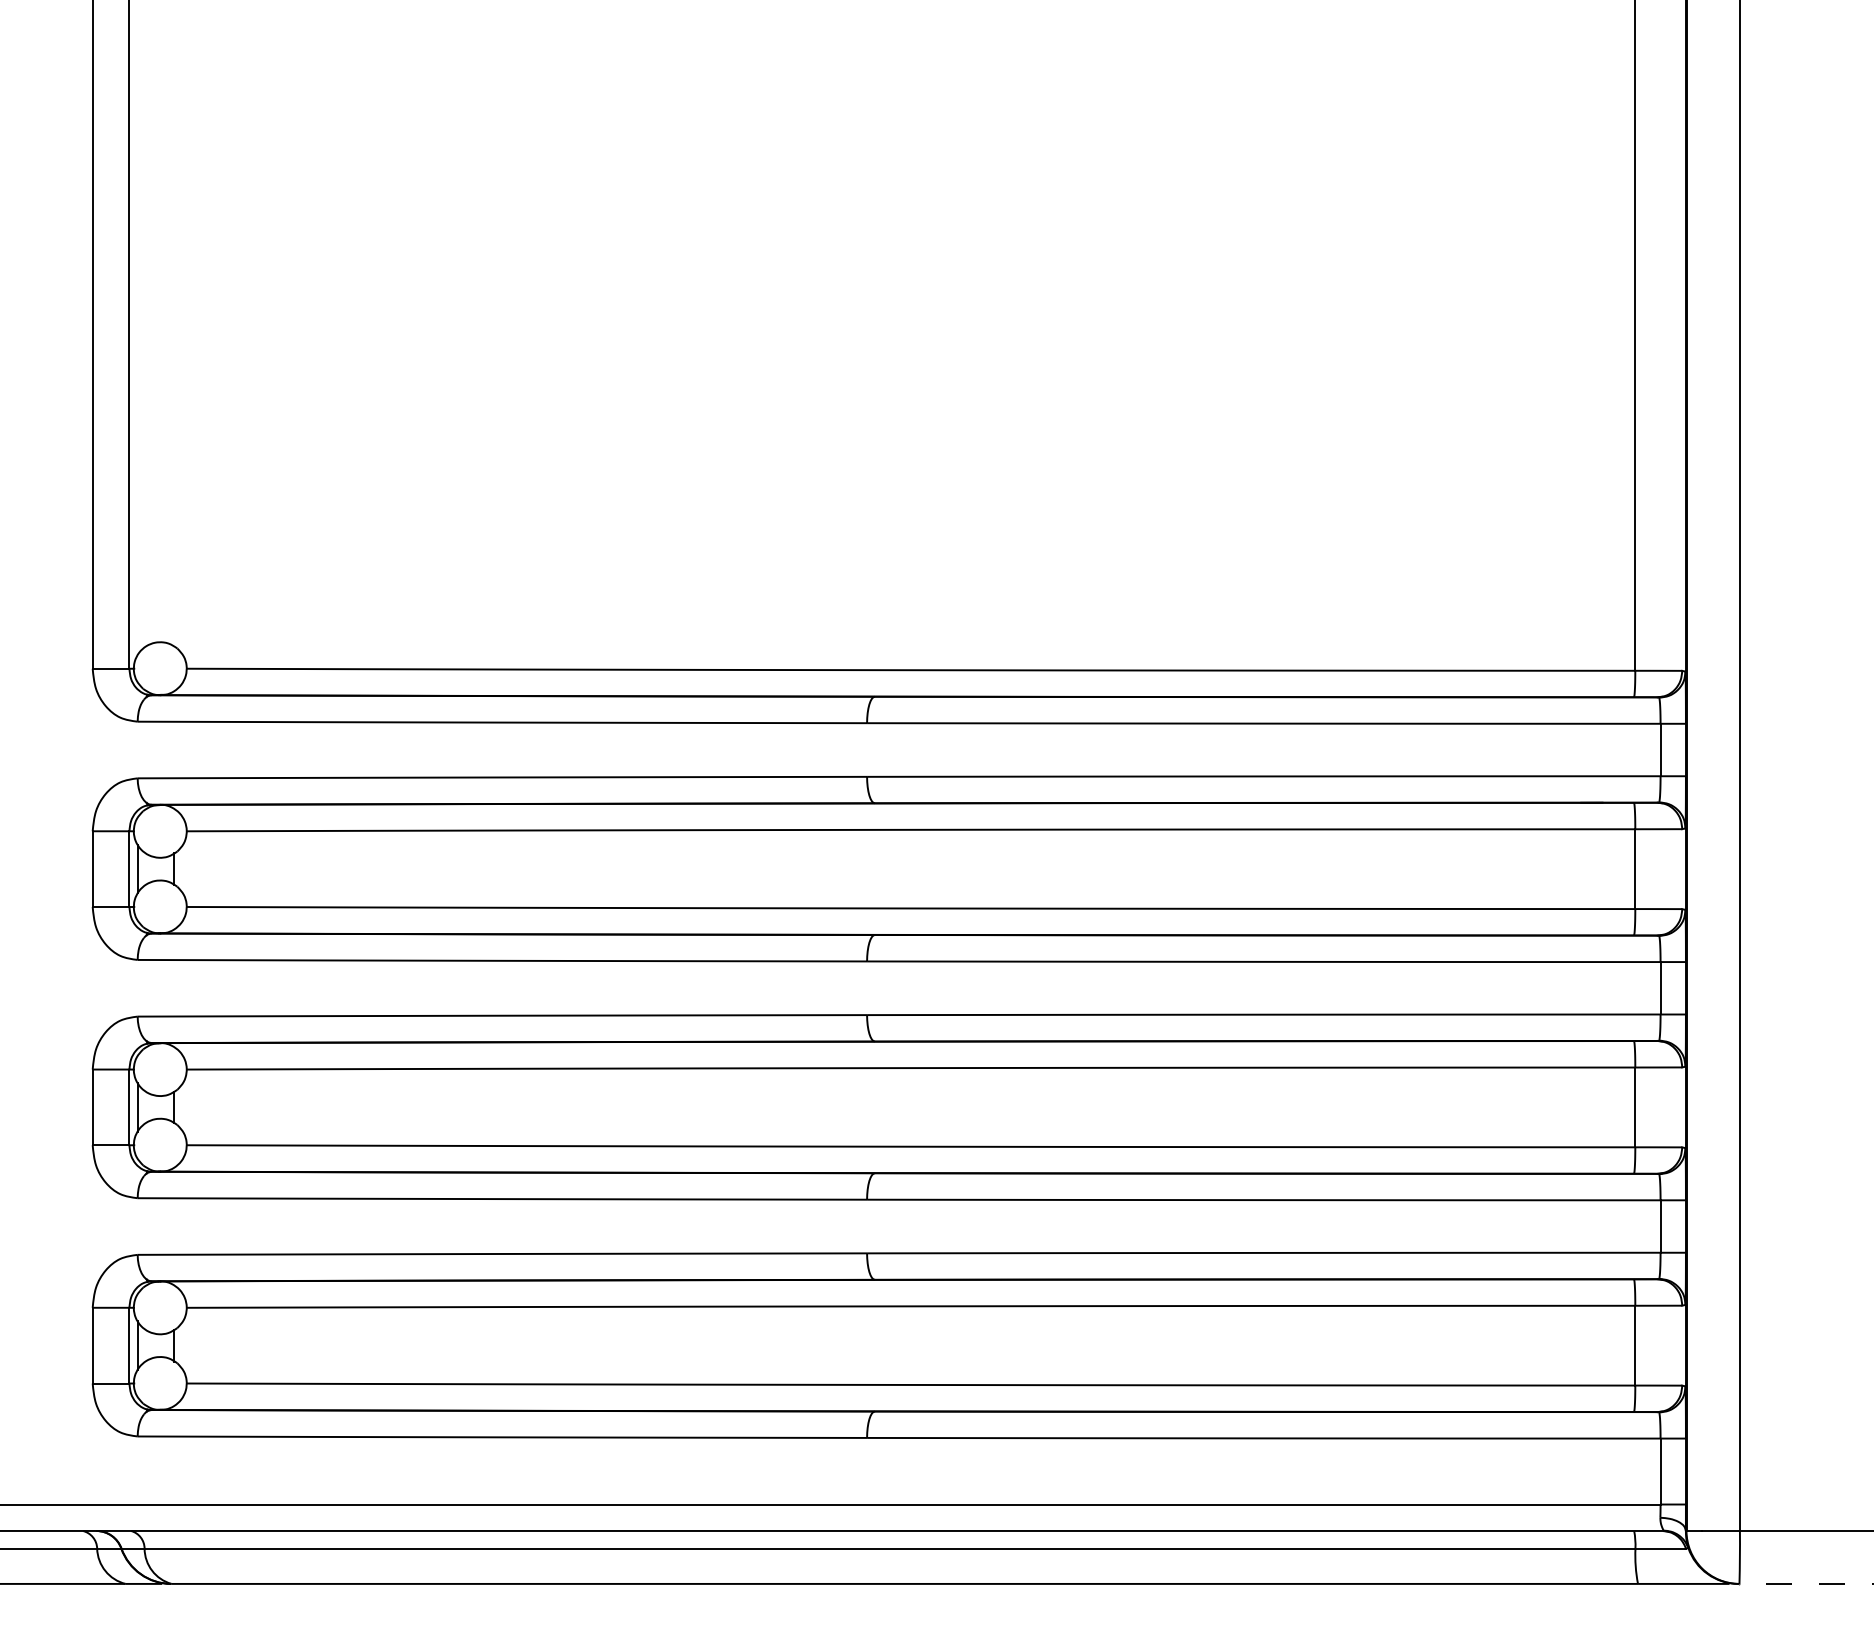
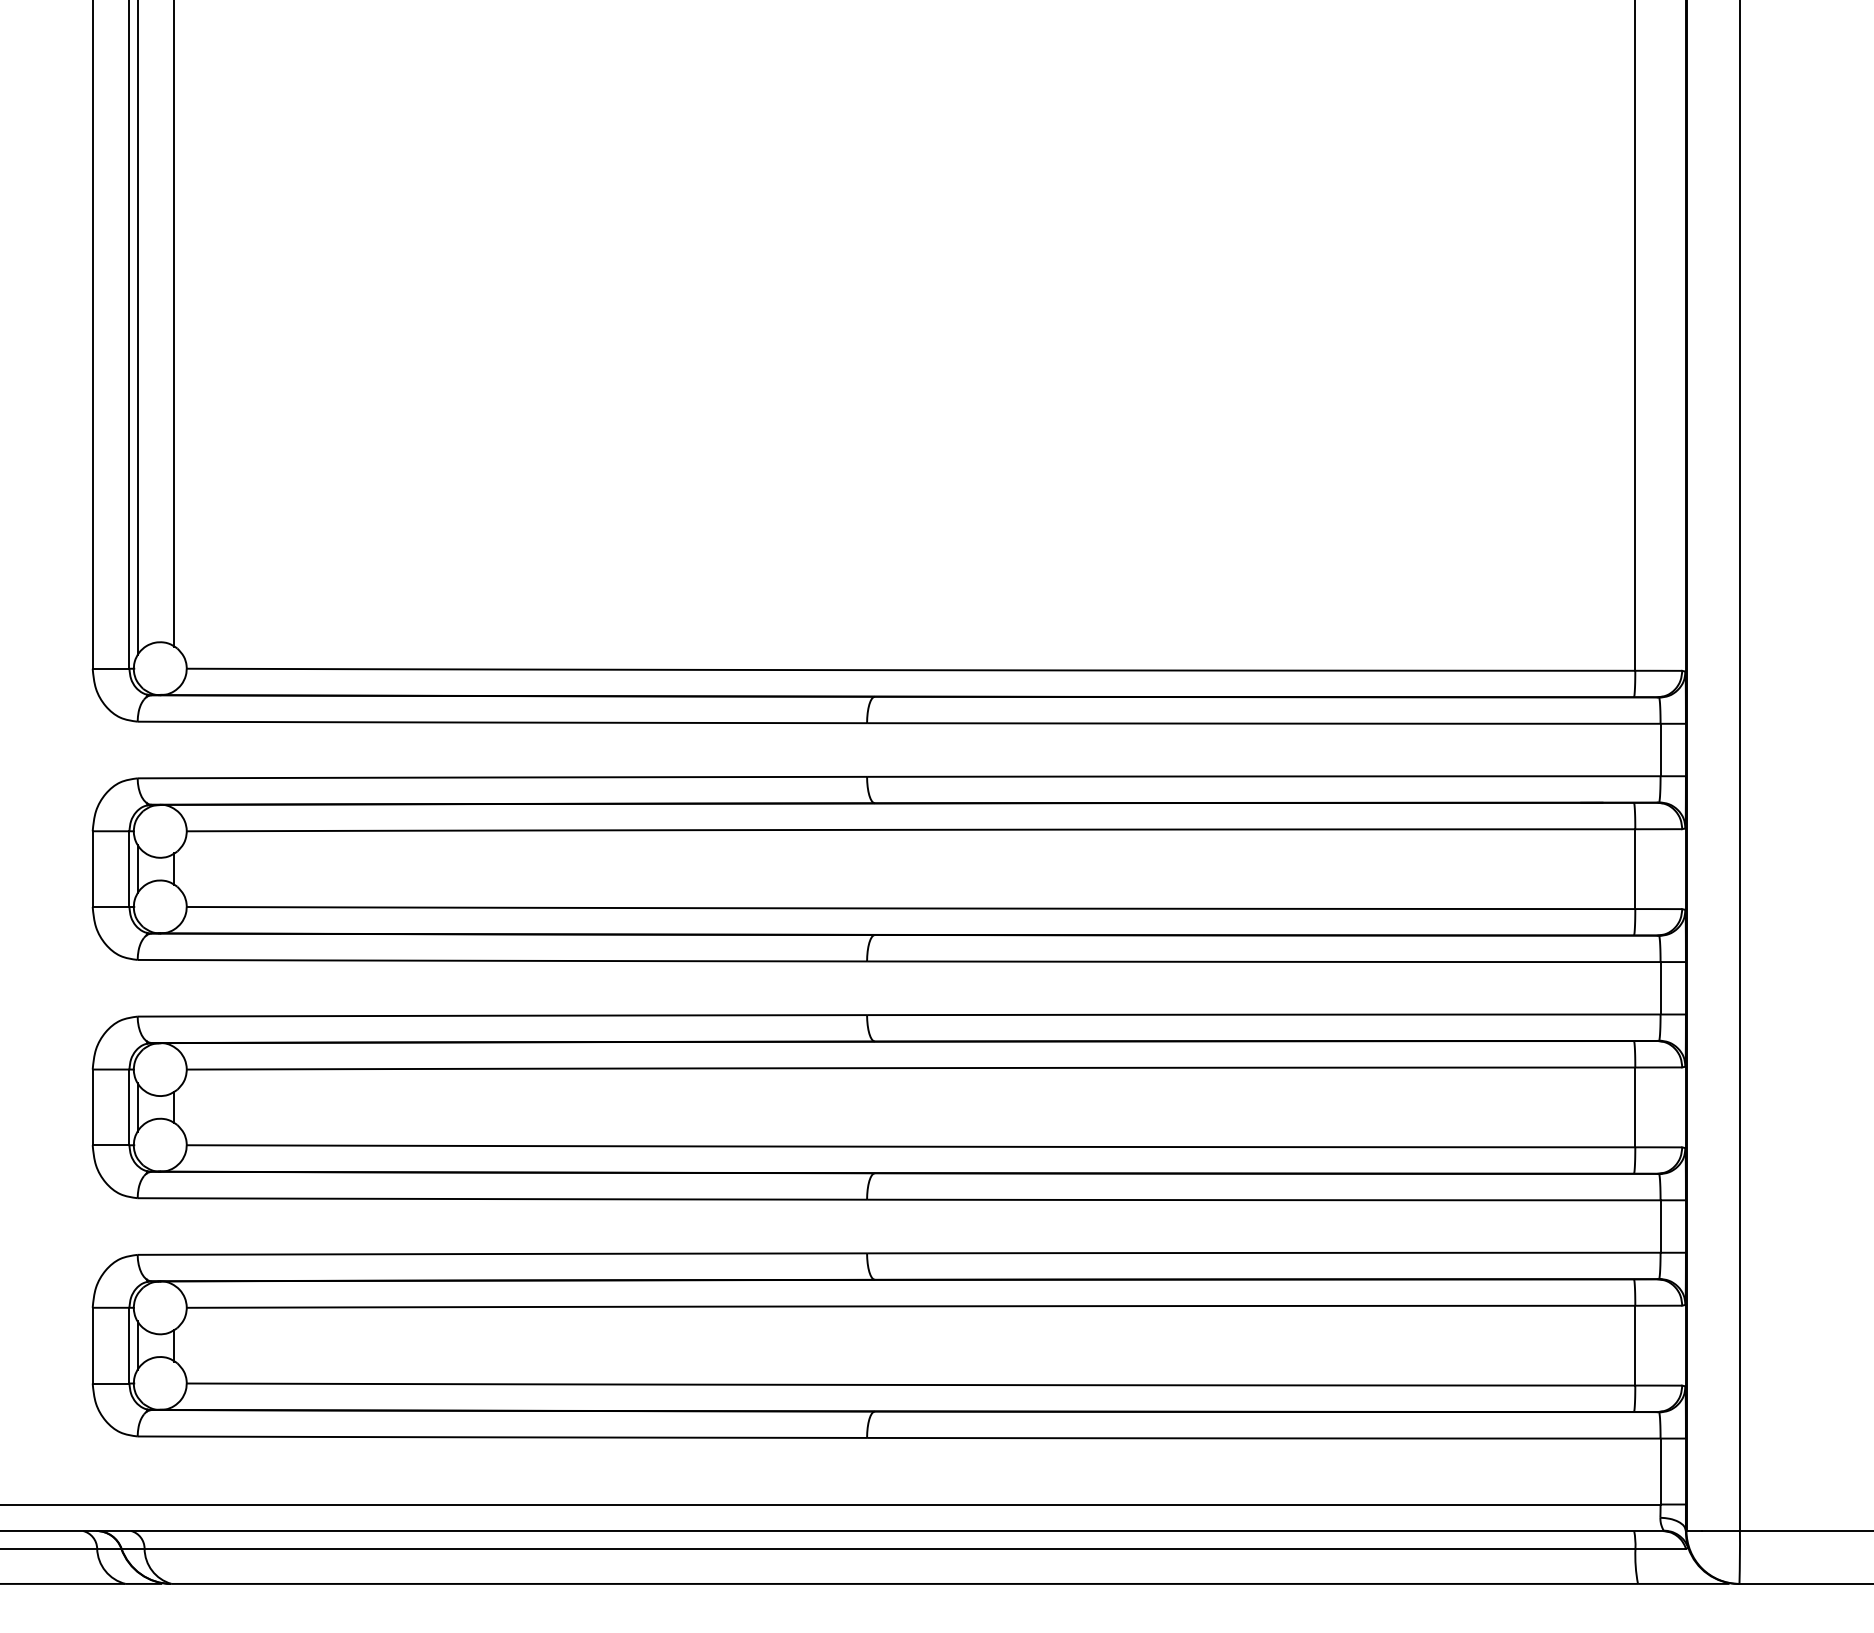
line at (174, 324): none -> present
line at (137, 328): none -> present
line at (1806, 1583): dashed -> solid
